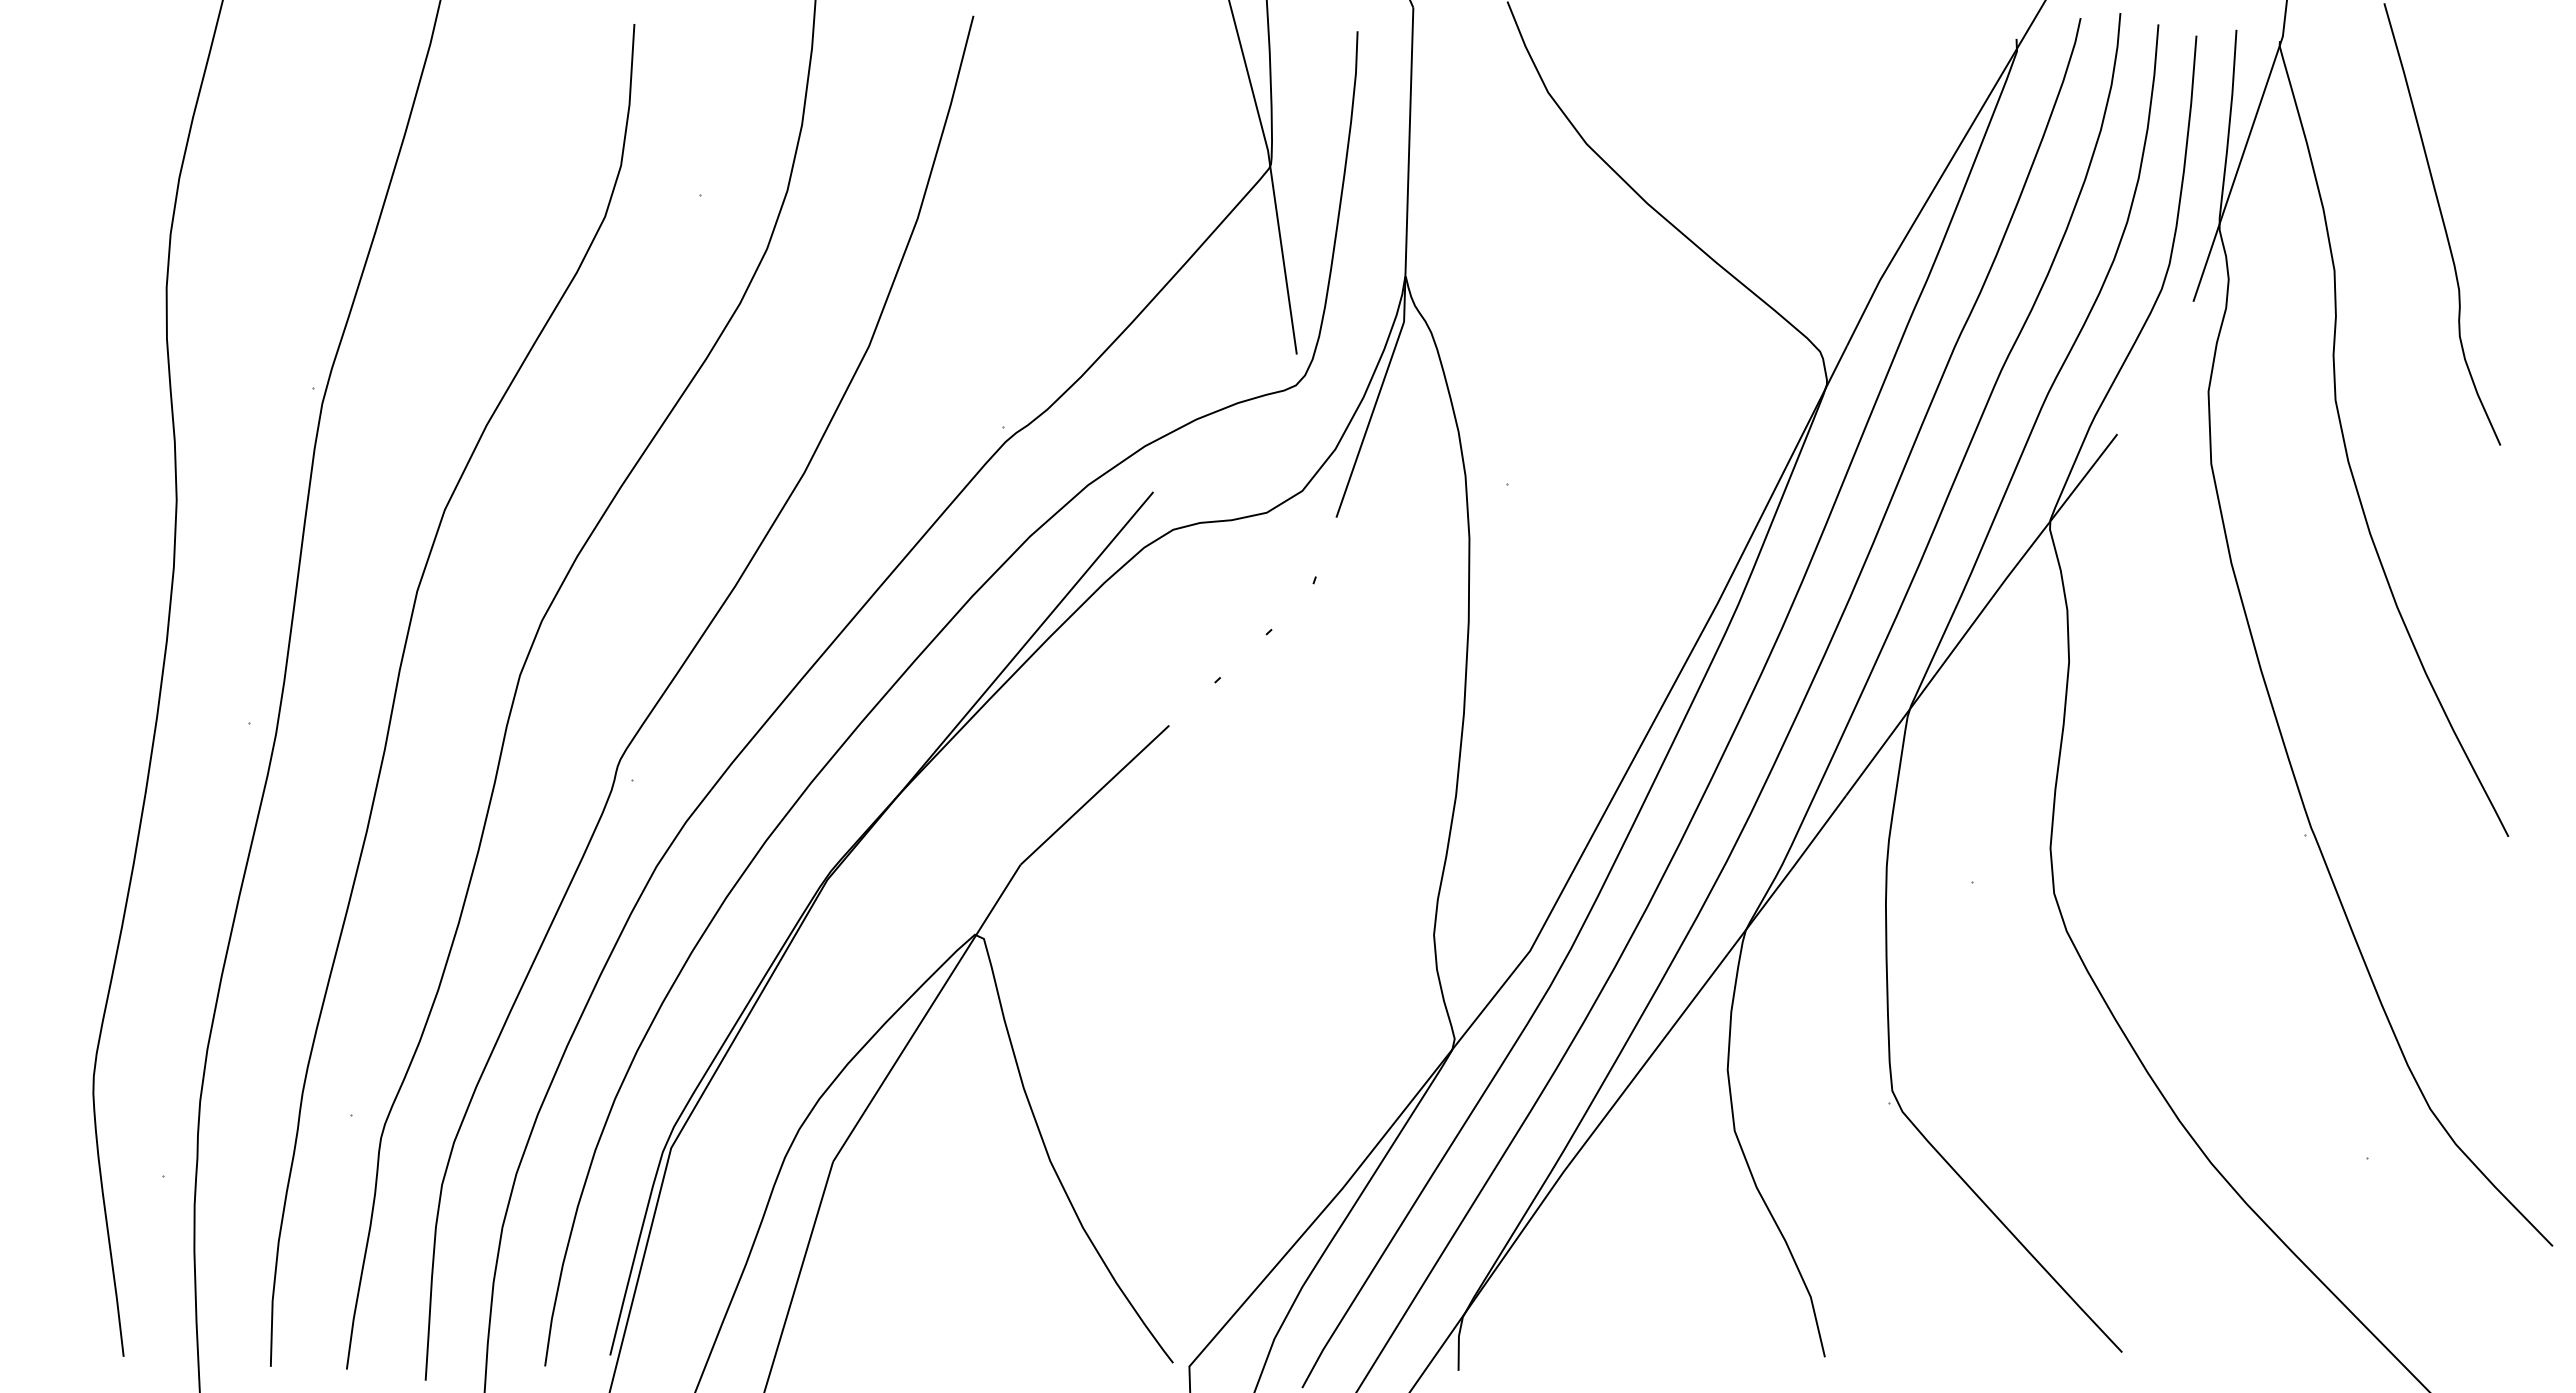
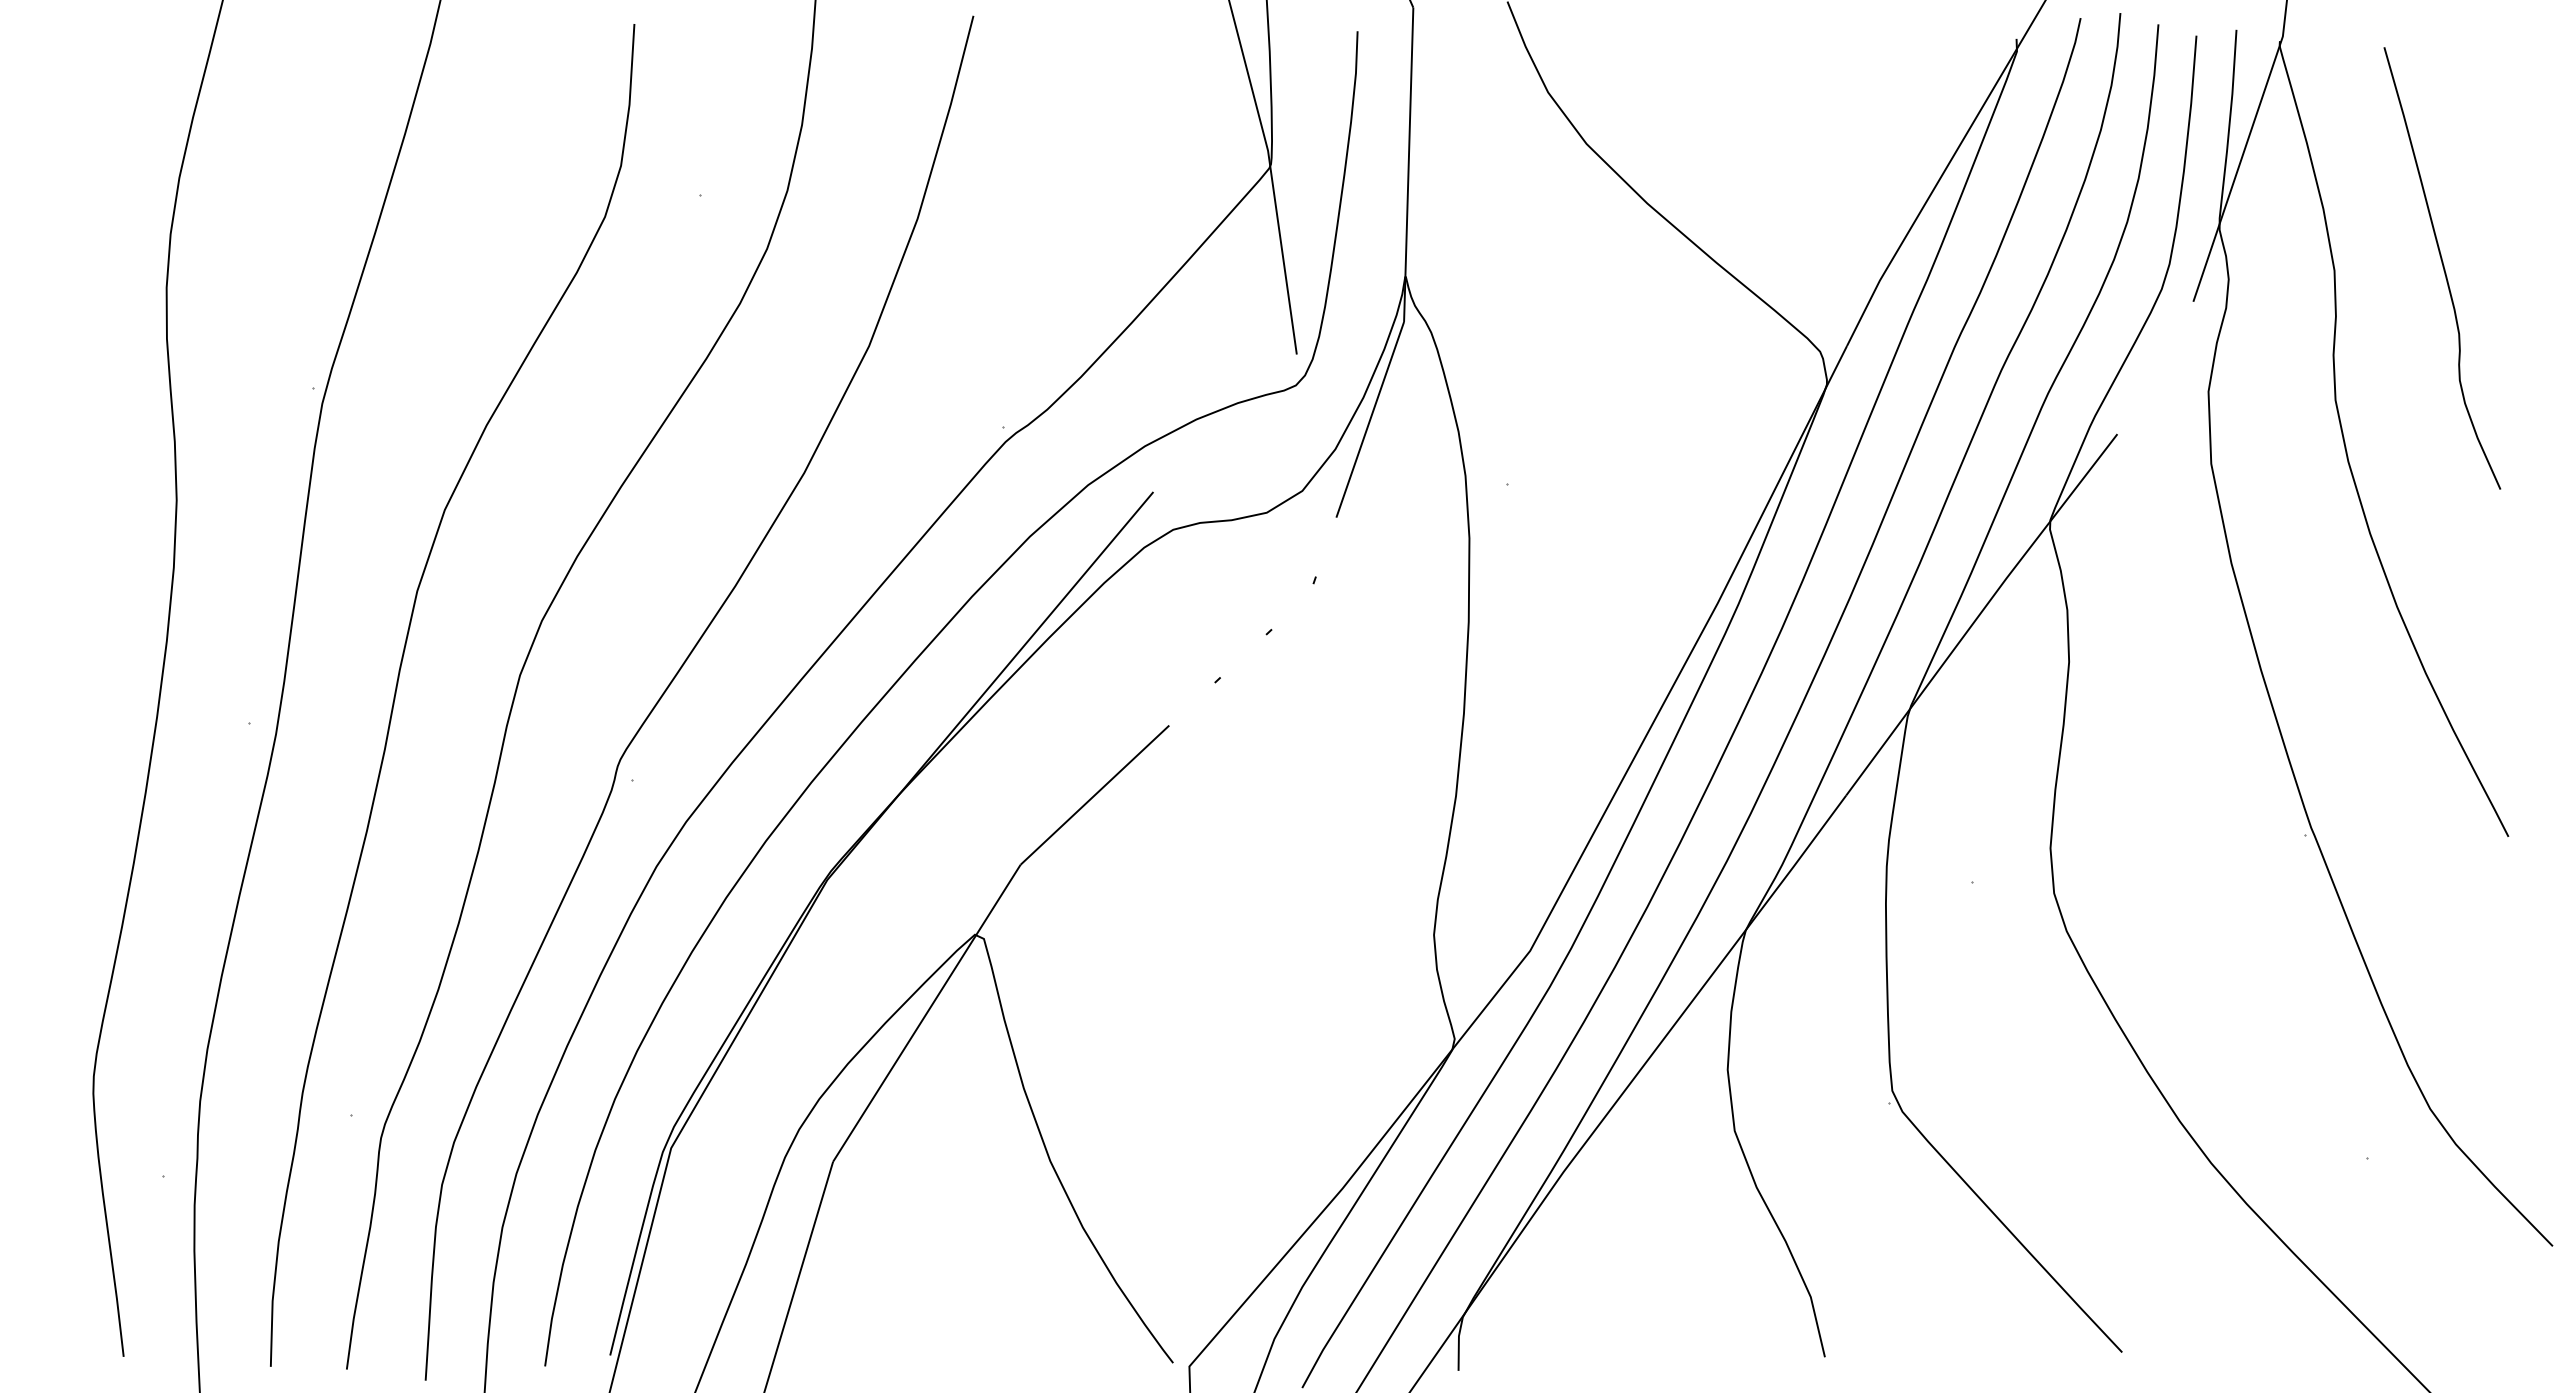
curve at (2442, 223) position: (2442, 223) -> (2442, 267)
